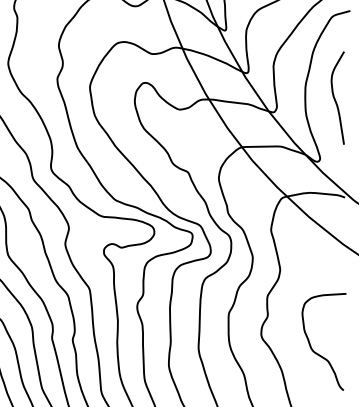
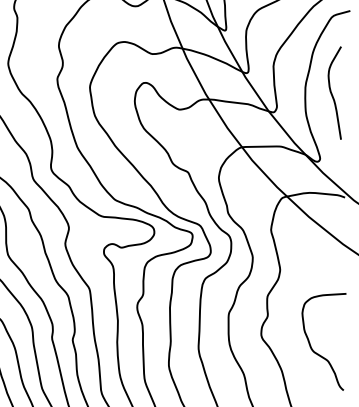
curve at (335, 98) position: (335, 98) -> (332, 93)
